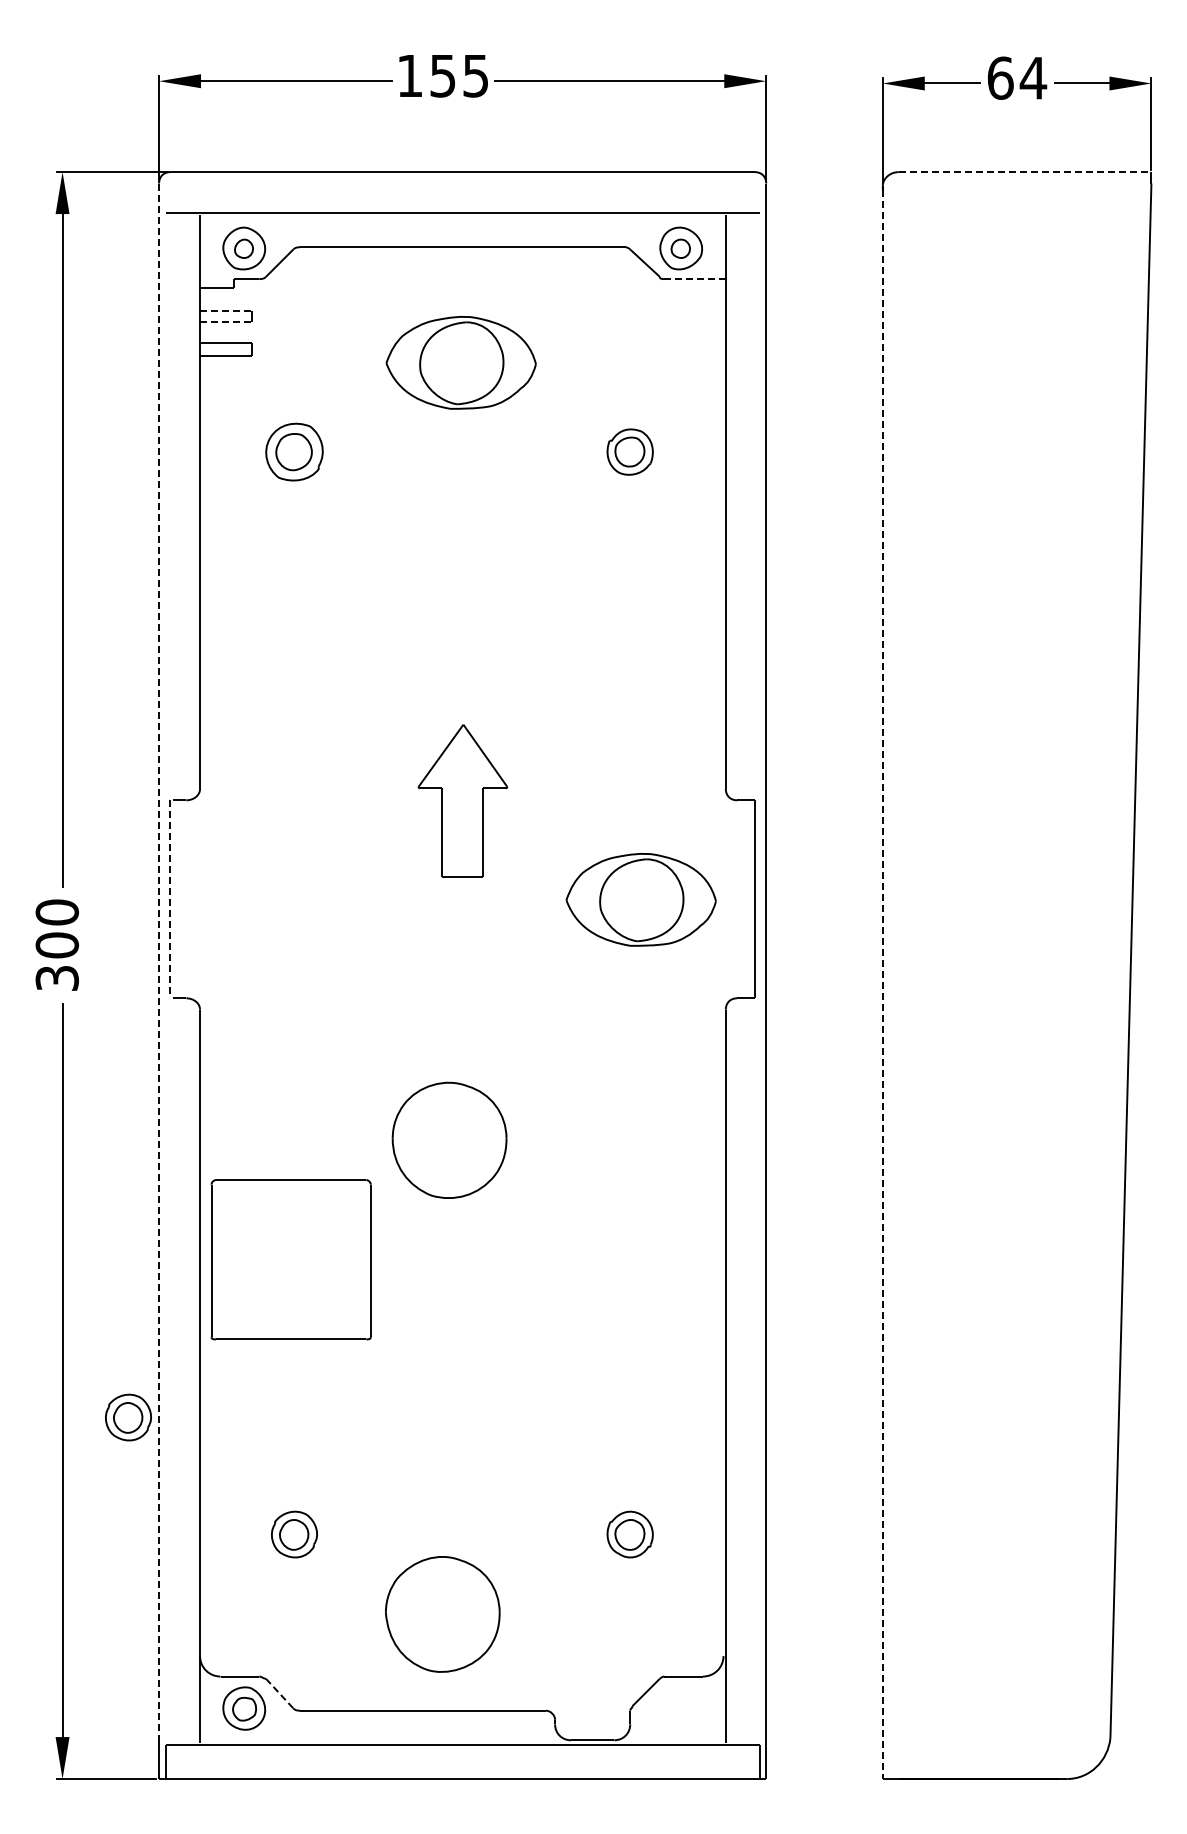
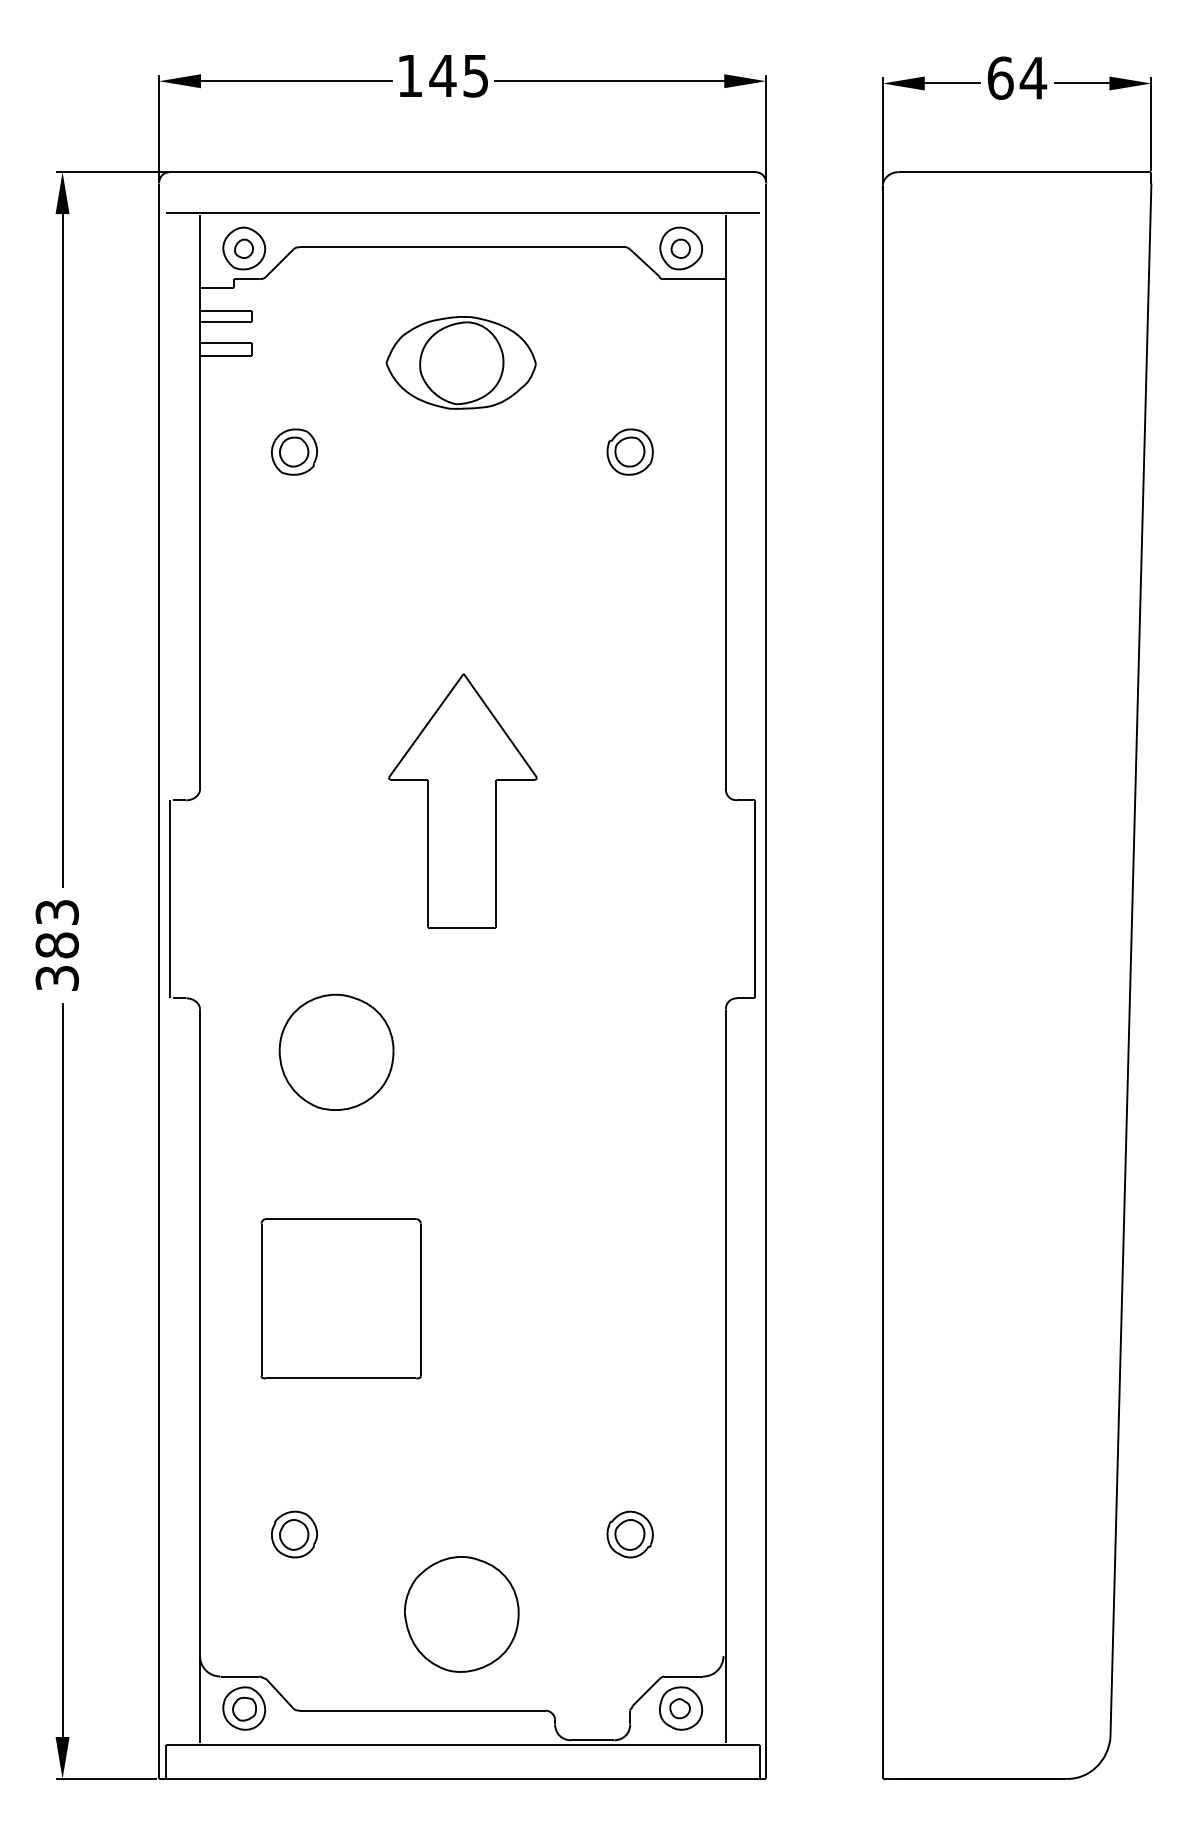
text at (442, 76): 155 -> 145
line at (1025, 172): dashed -> solid
line at (695, 279): dashed -> solid
line at (226, 310): dashed -> solid
line at (226, 322): dashed -> solid
part at (294, 451) size: 59x60 px -> 47x48 px
part at (462, 800) size: 92x154 px -> 150x256 px
line at (170, 899): dashed -> solid
part at (640, 899): present -> none
text at (56, 928): 300 -> 383
line at (159, 961): dashed -> solid
line at (882, 985): dashed -> solid
part at (449, 1139) position: (449, 1139) -> (336, 1051)
part at (290, 1259) position: (290, 1259) -> (340, 1298)
part at (128, 1417): present -> none
part at (442, 1614) position: (442, 1614) -> (461, 1614)
line at (280, 1693): dashed -> solid
part at (681, 1708): none -> present
